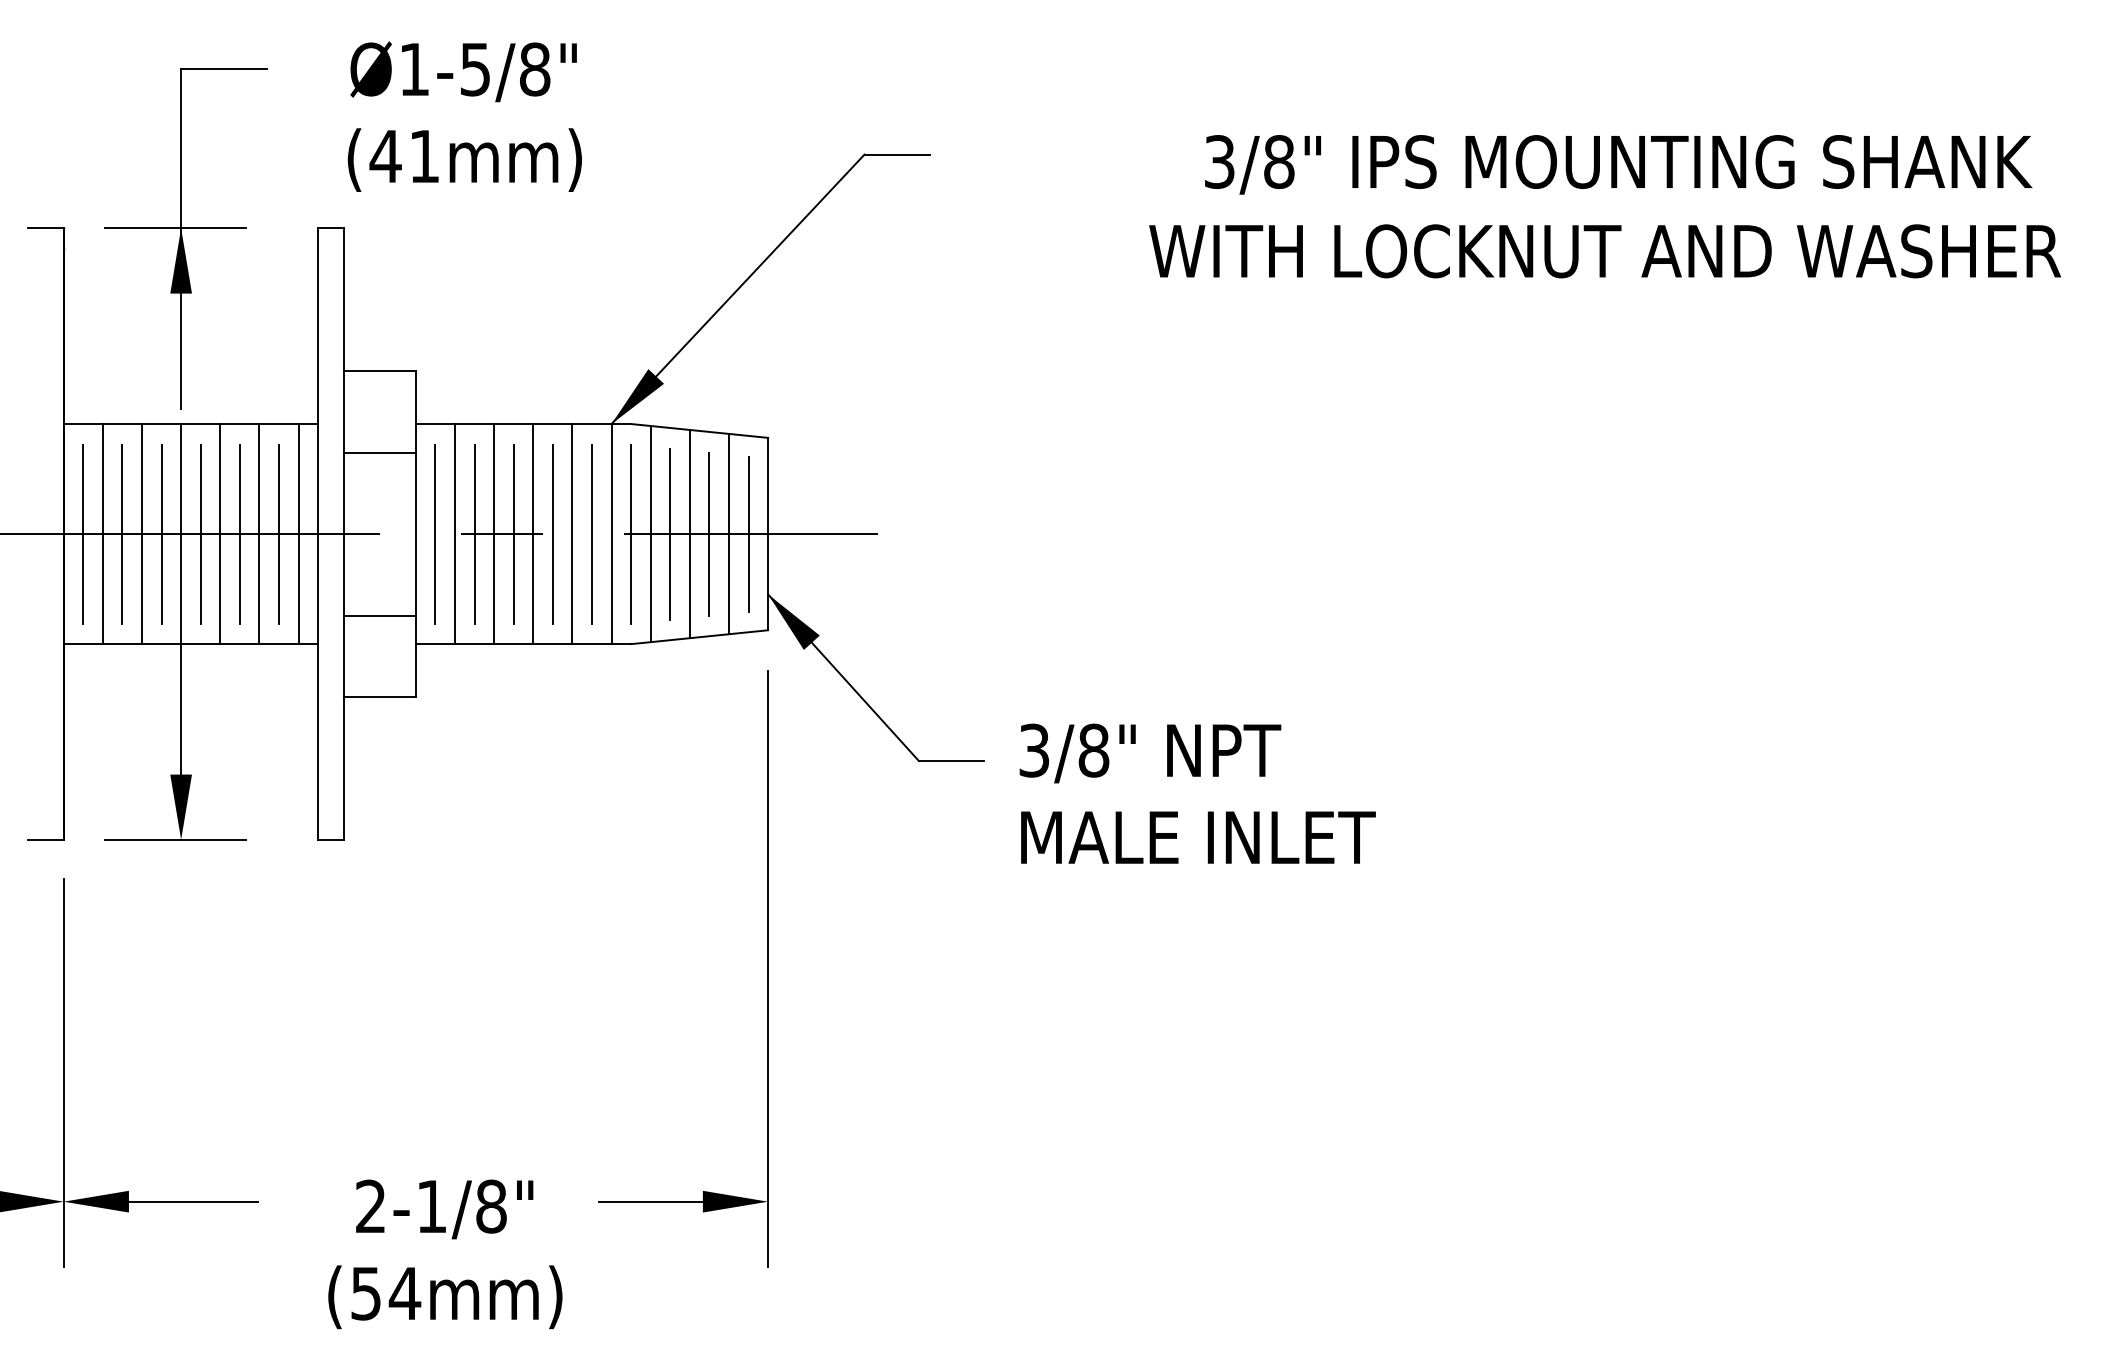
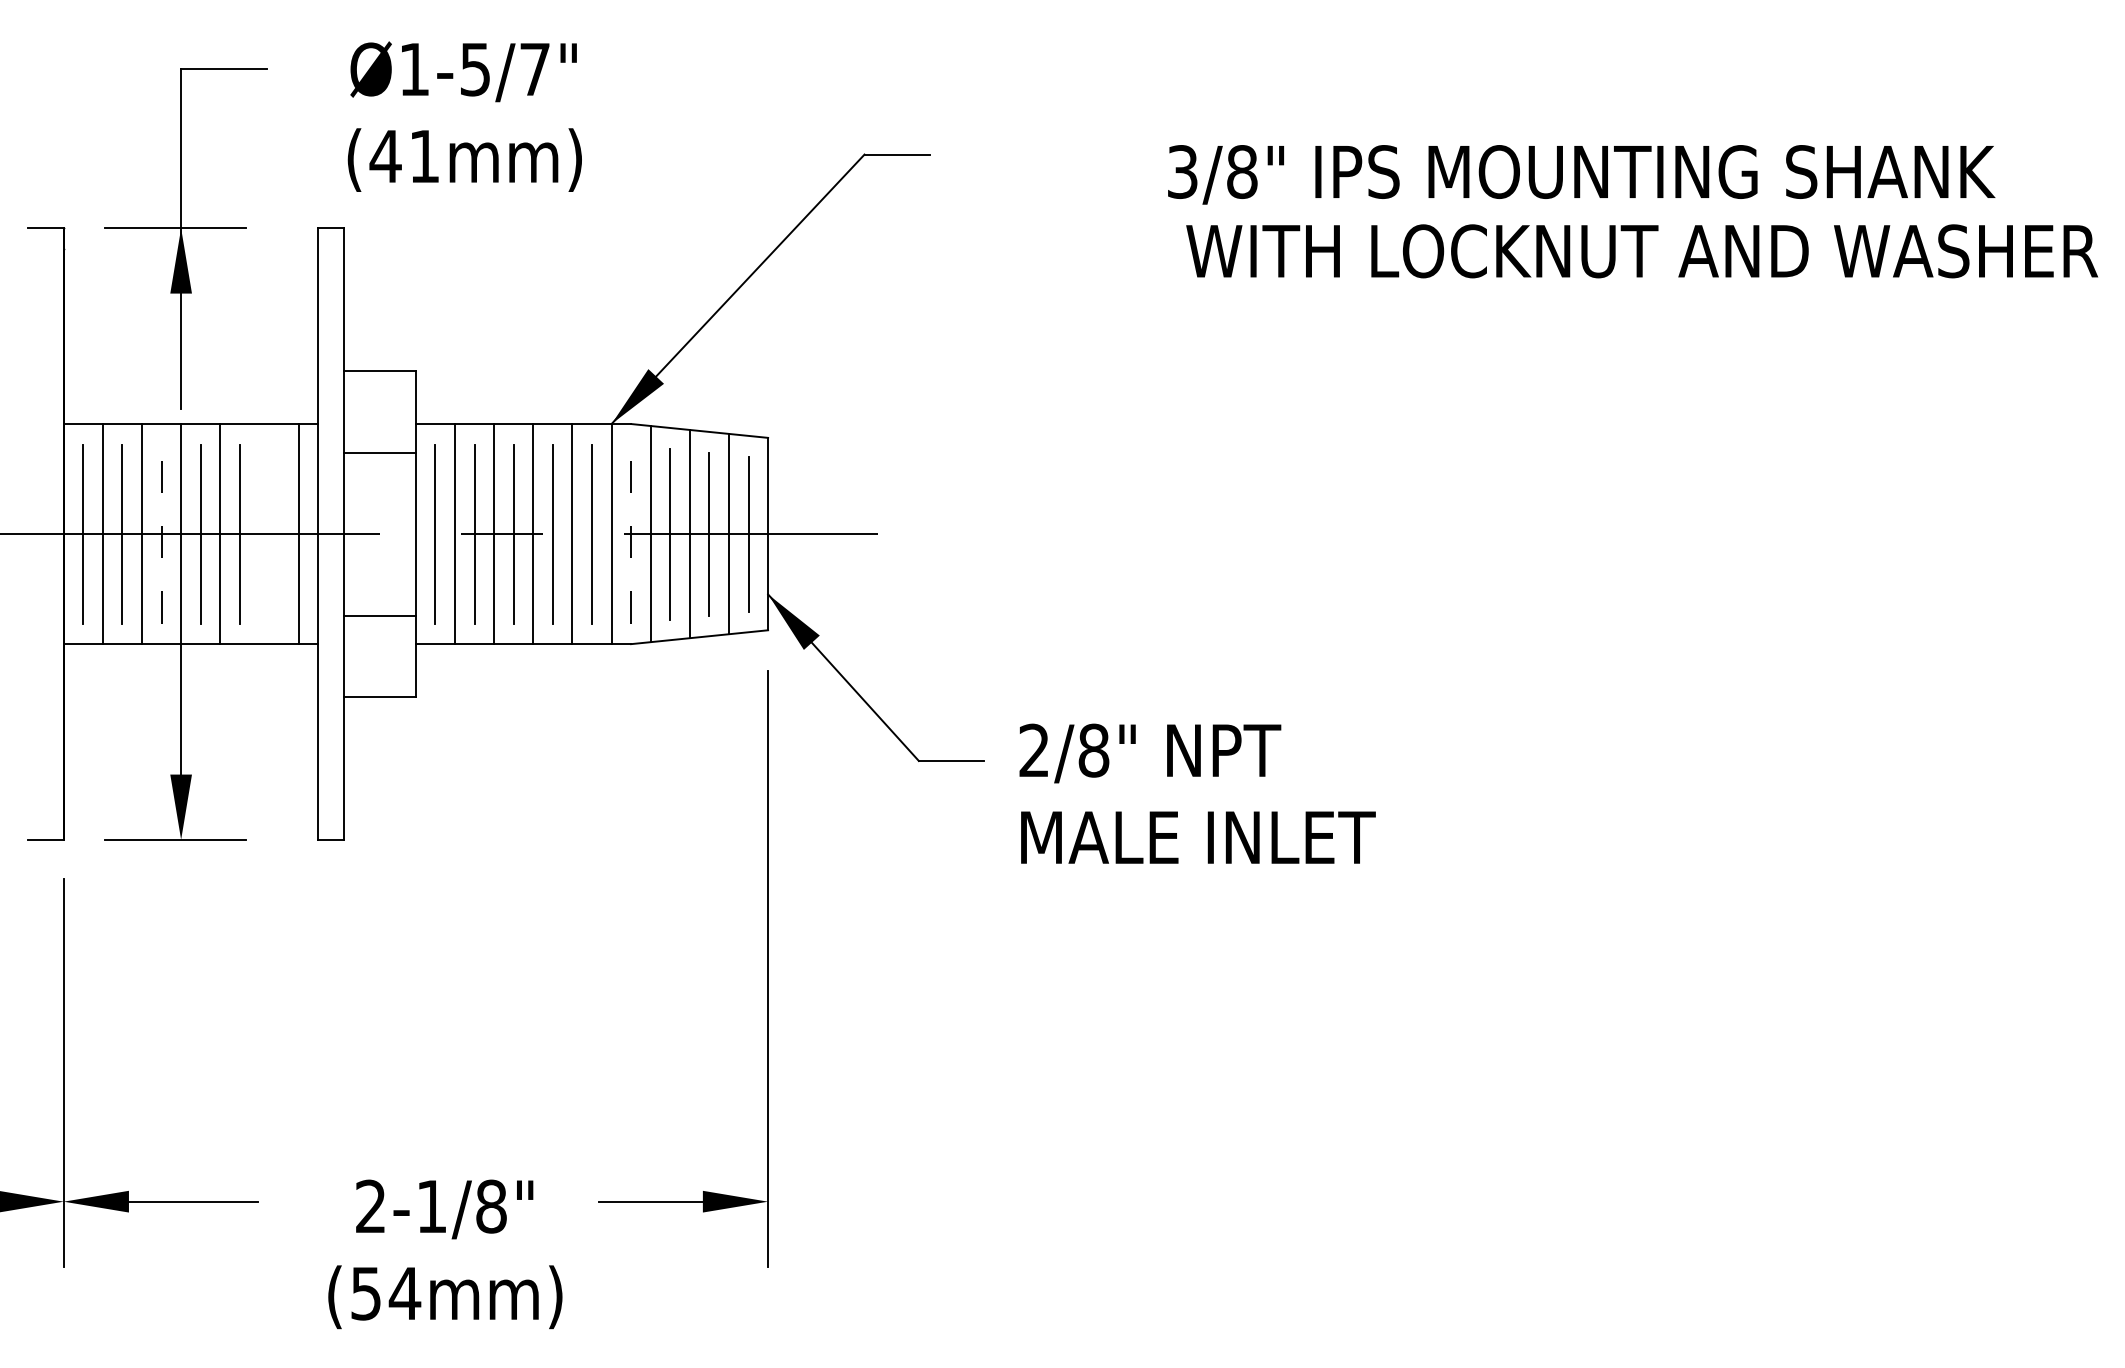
text at (535, 69): Ø1-5/8" -> Ø1-5/7"
text at (1618, 164) position: (1618, 164) -> (1581, 174)
text at (1605, 251) position: (1605, 251) -> (1642, 251)
line at (278, 533): present -> none
line at (161, 534): solid -> dashed
line at (259, 534): present -> none
line at (631, 534): solid -> dashed
text at (1034, 750): 3/8" -> 2/8"
